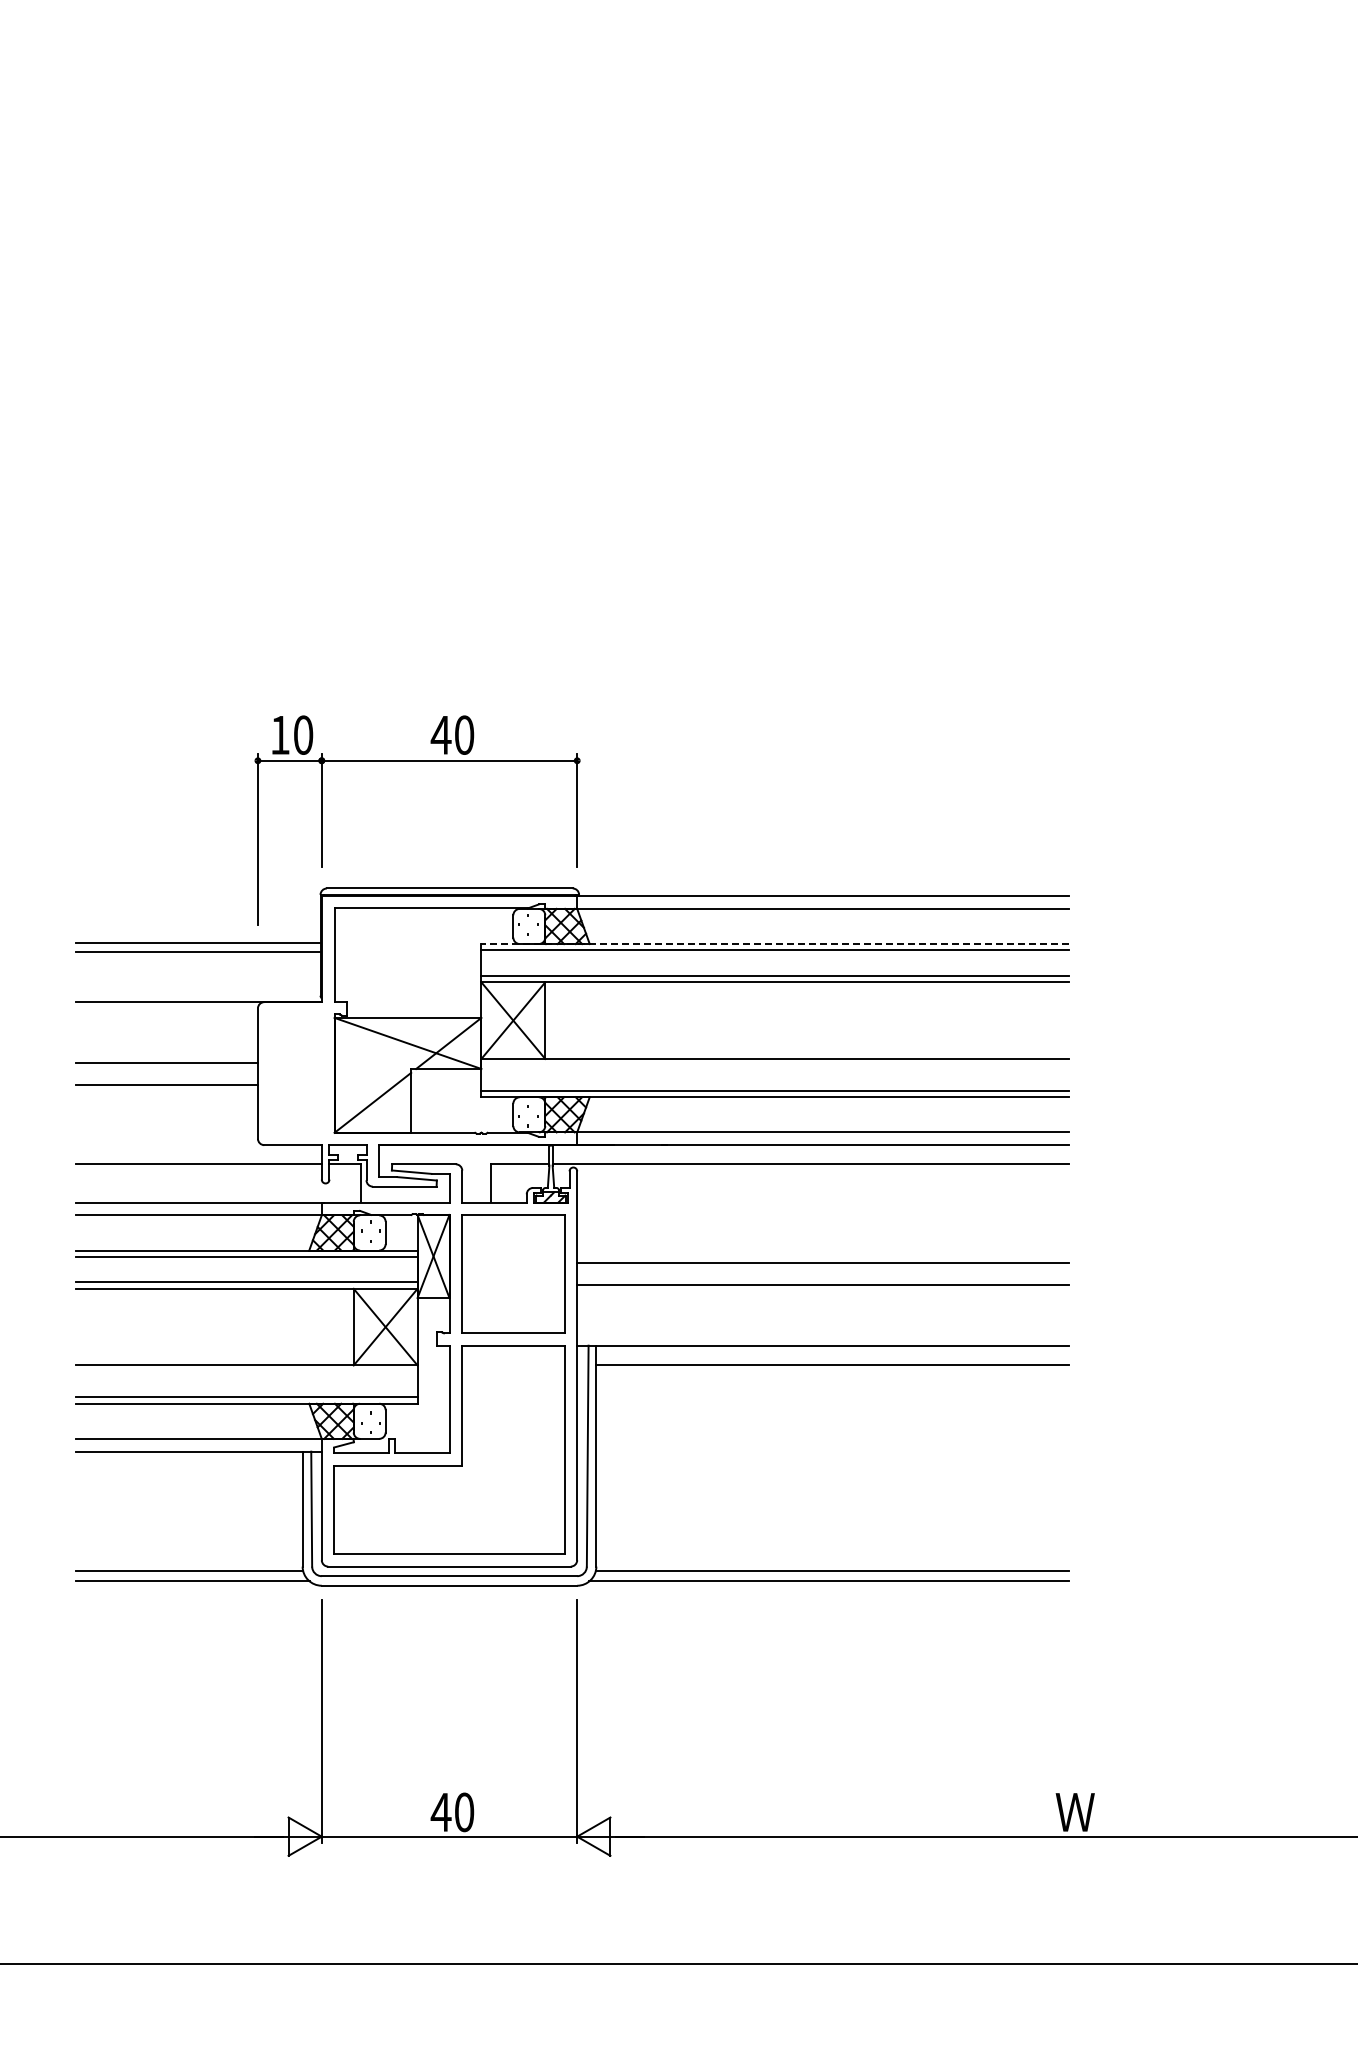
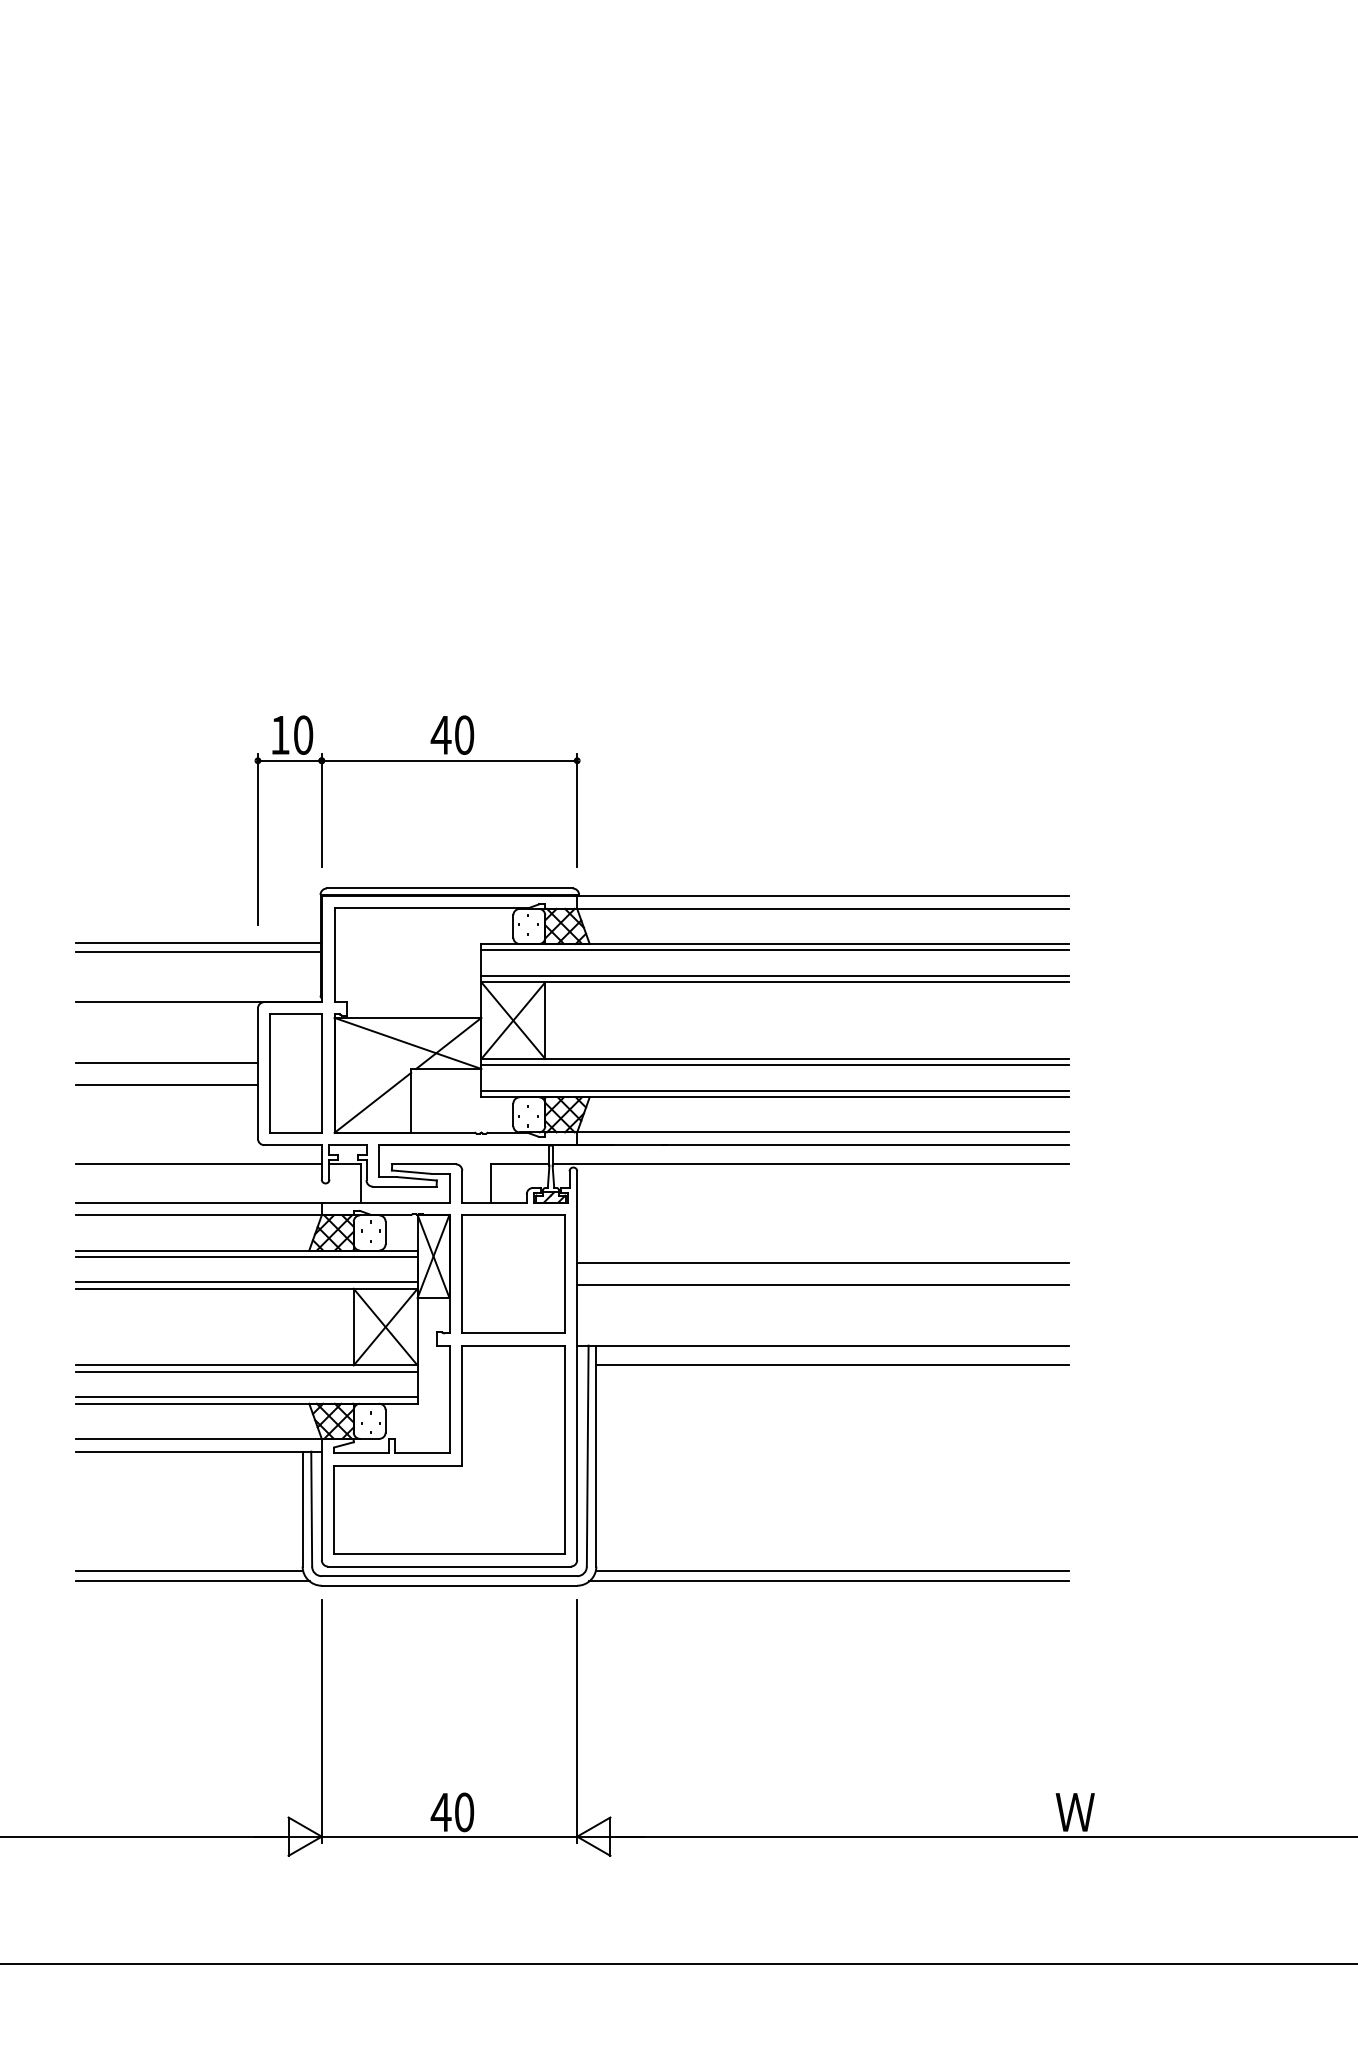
line at (775, 944): dashed -> solid
line at (774, 1065): none -> present
part at (295, 1073): none -> present
line at (246, 1371): none -> present
